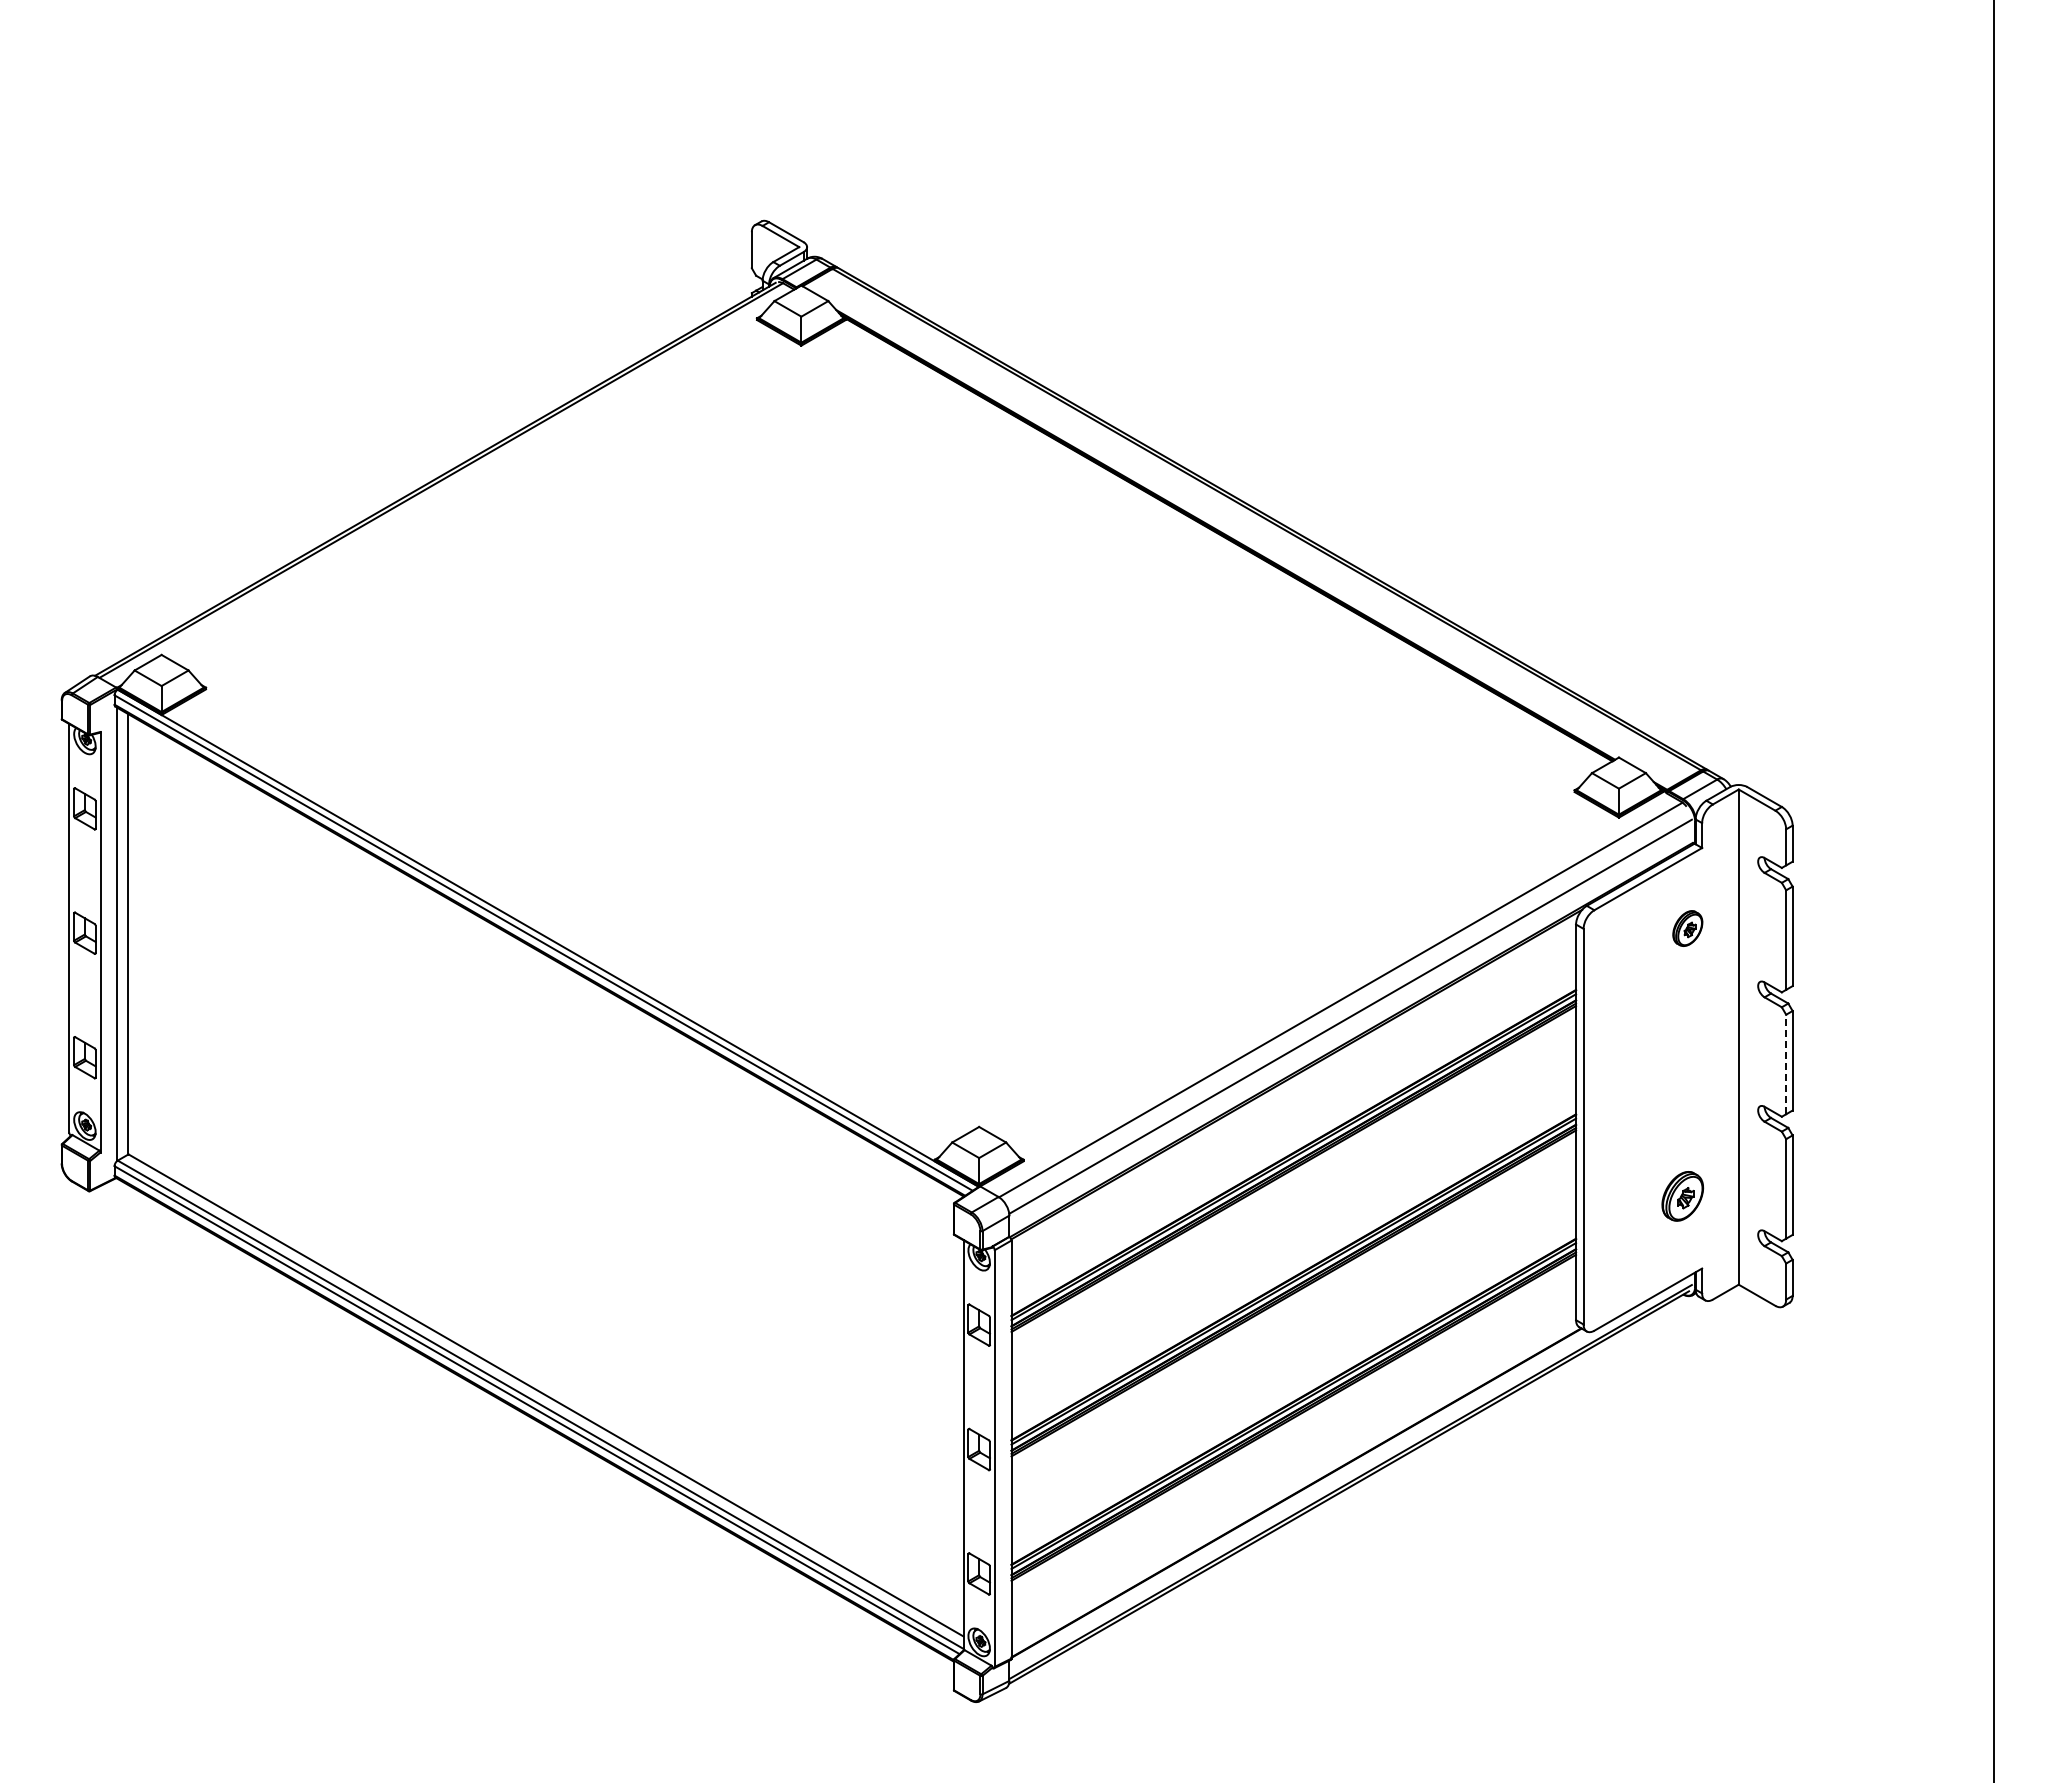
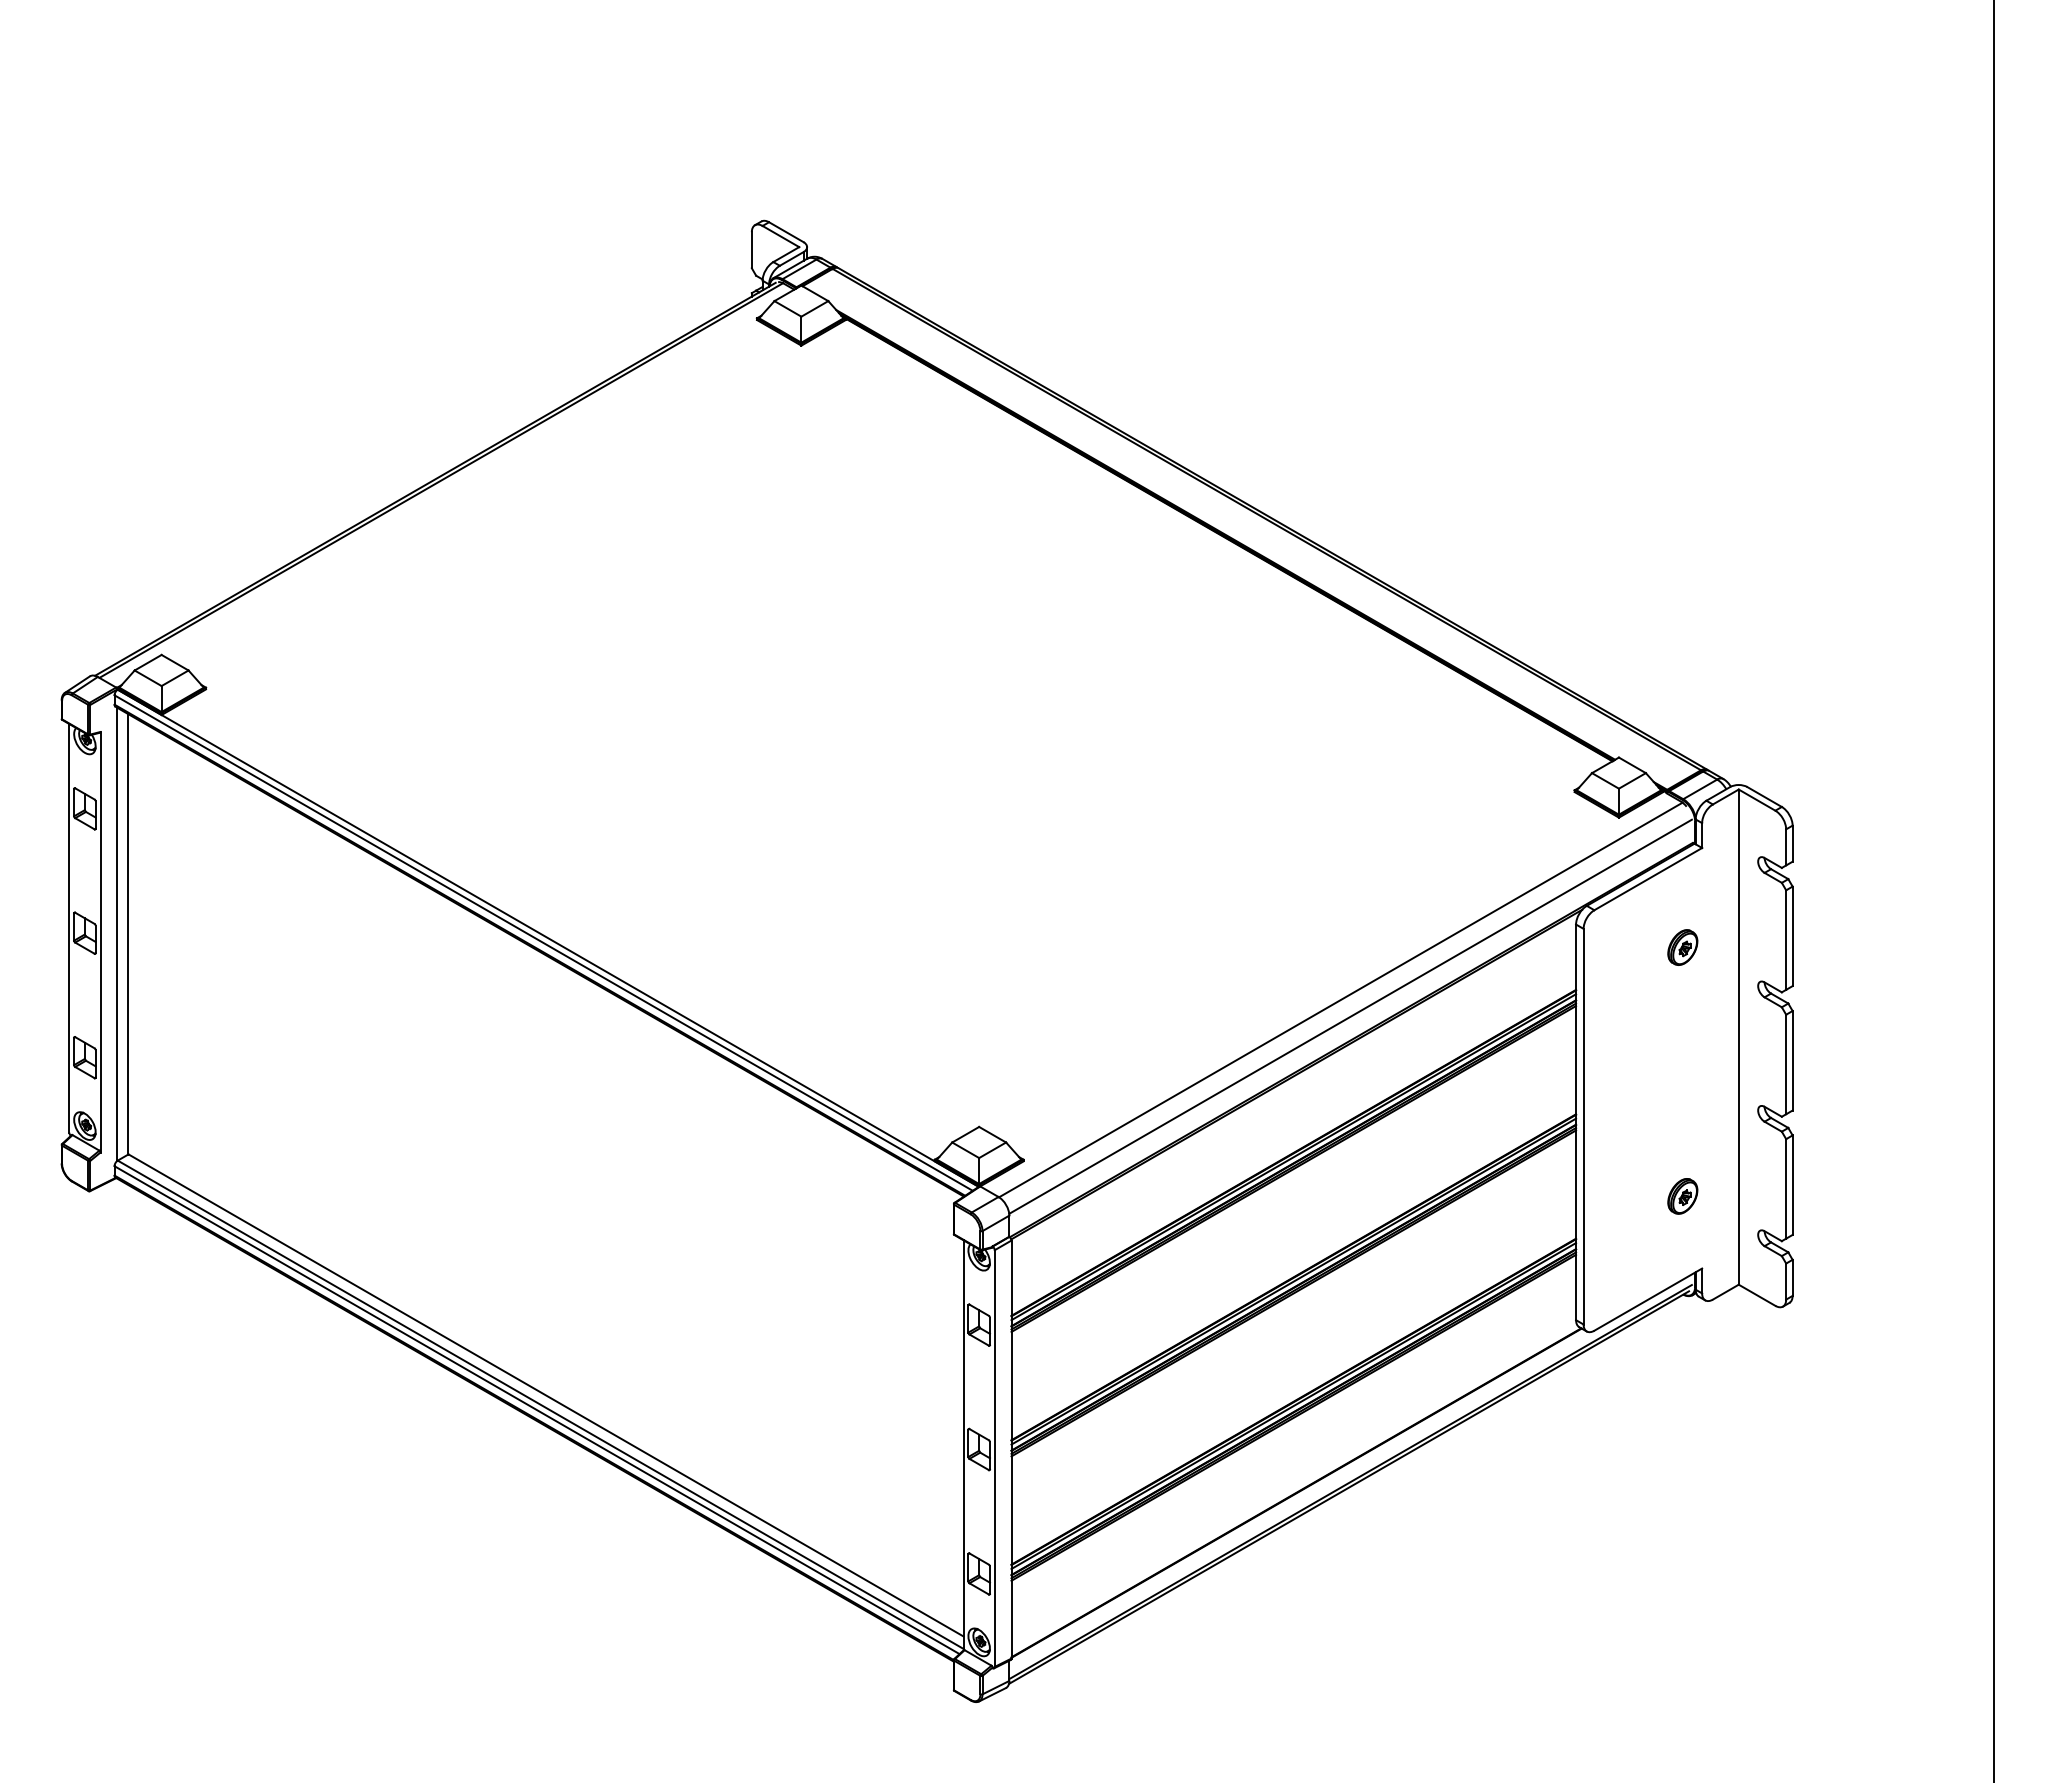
part at (1687, 928) position: (1687, 928) -> (1682, 947)
line at (1786, 1064): dashed -> solid
part at (1682, 1196) size: 44x51 px -> 32x37 px
